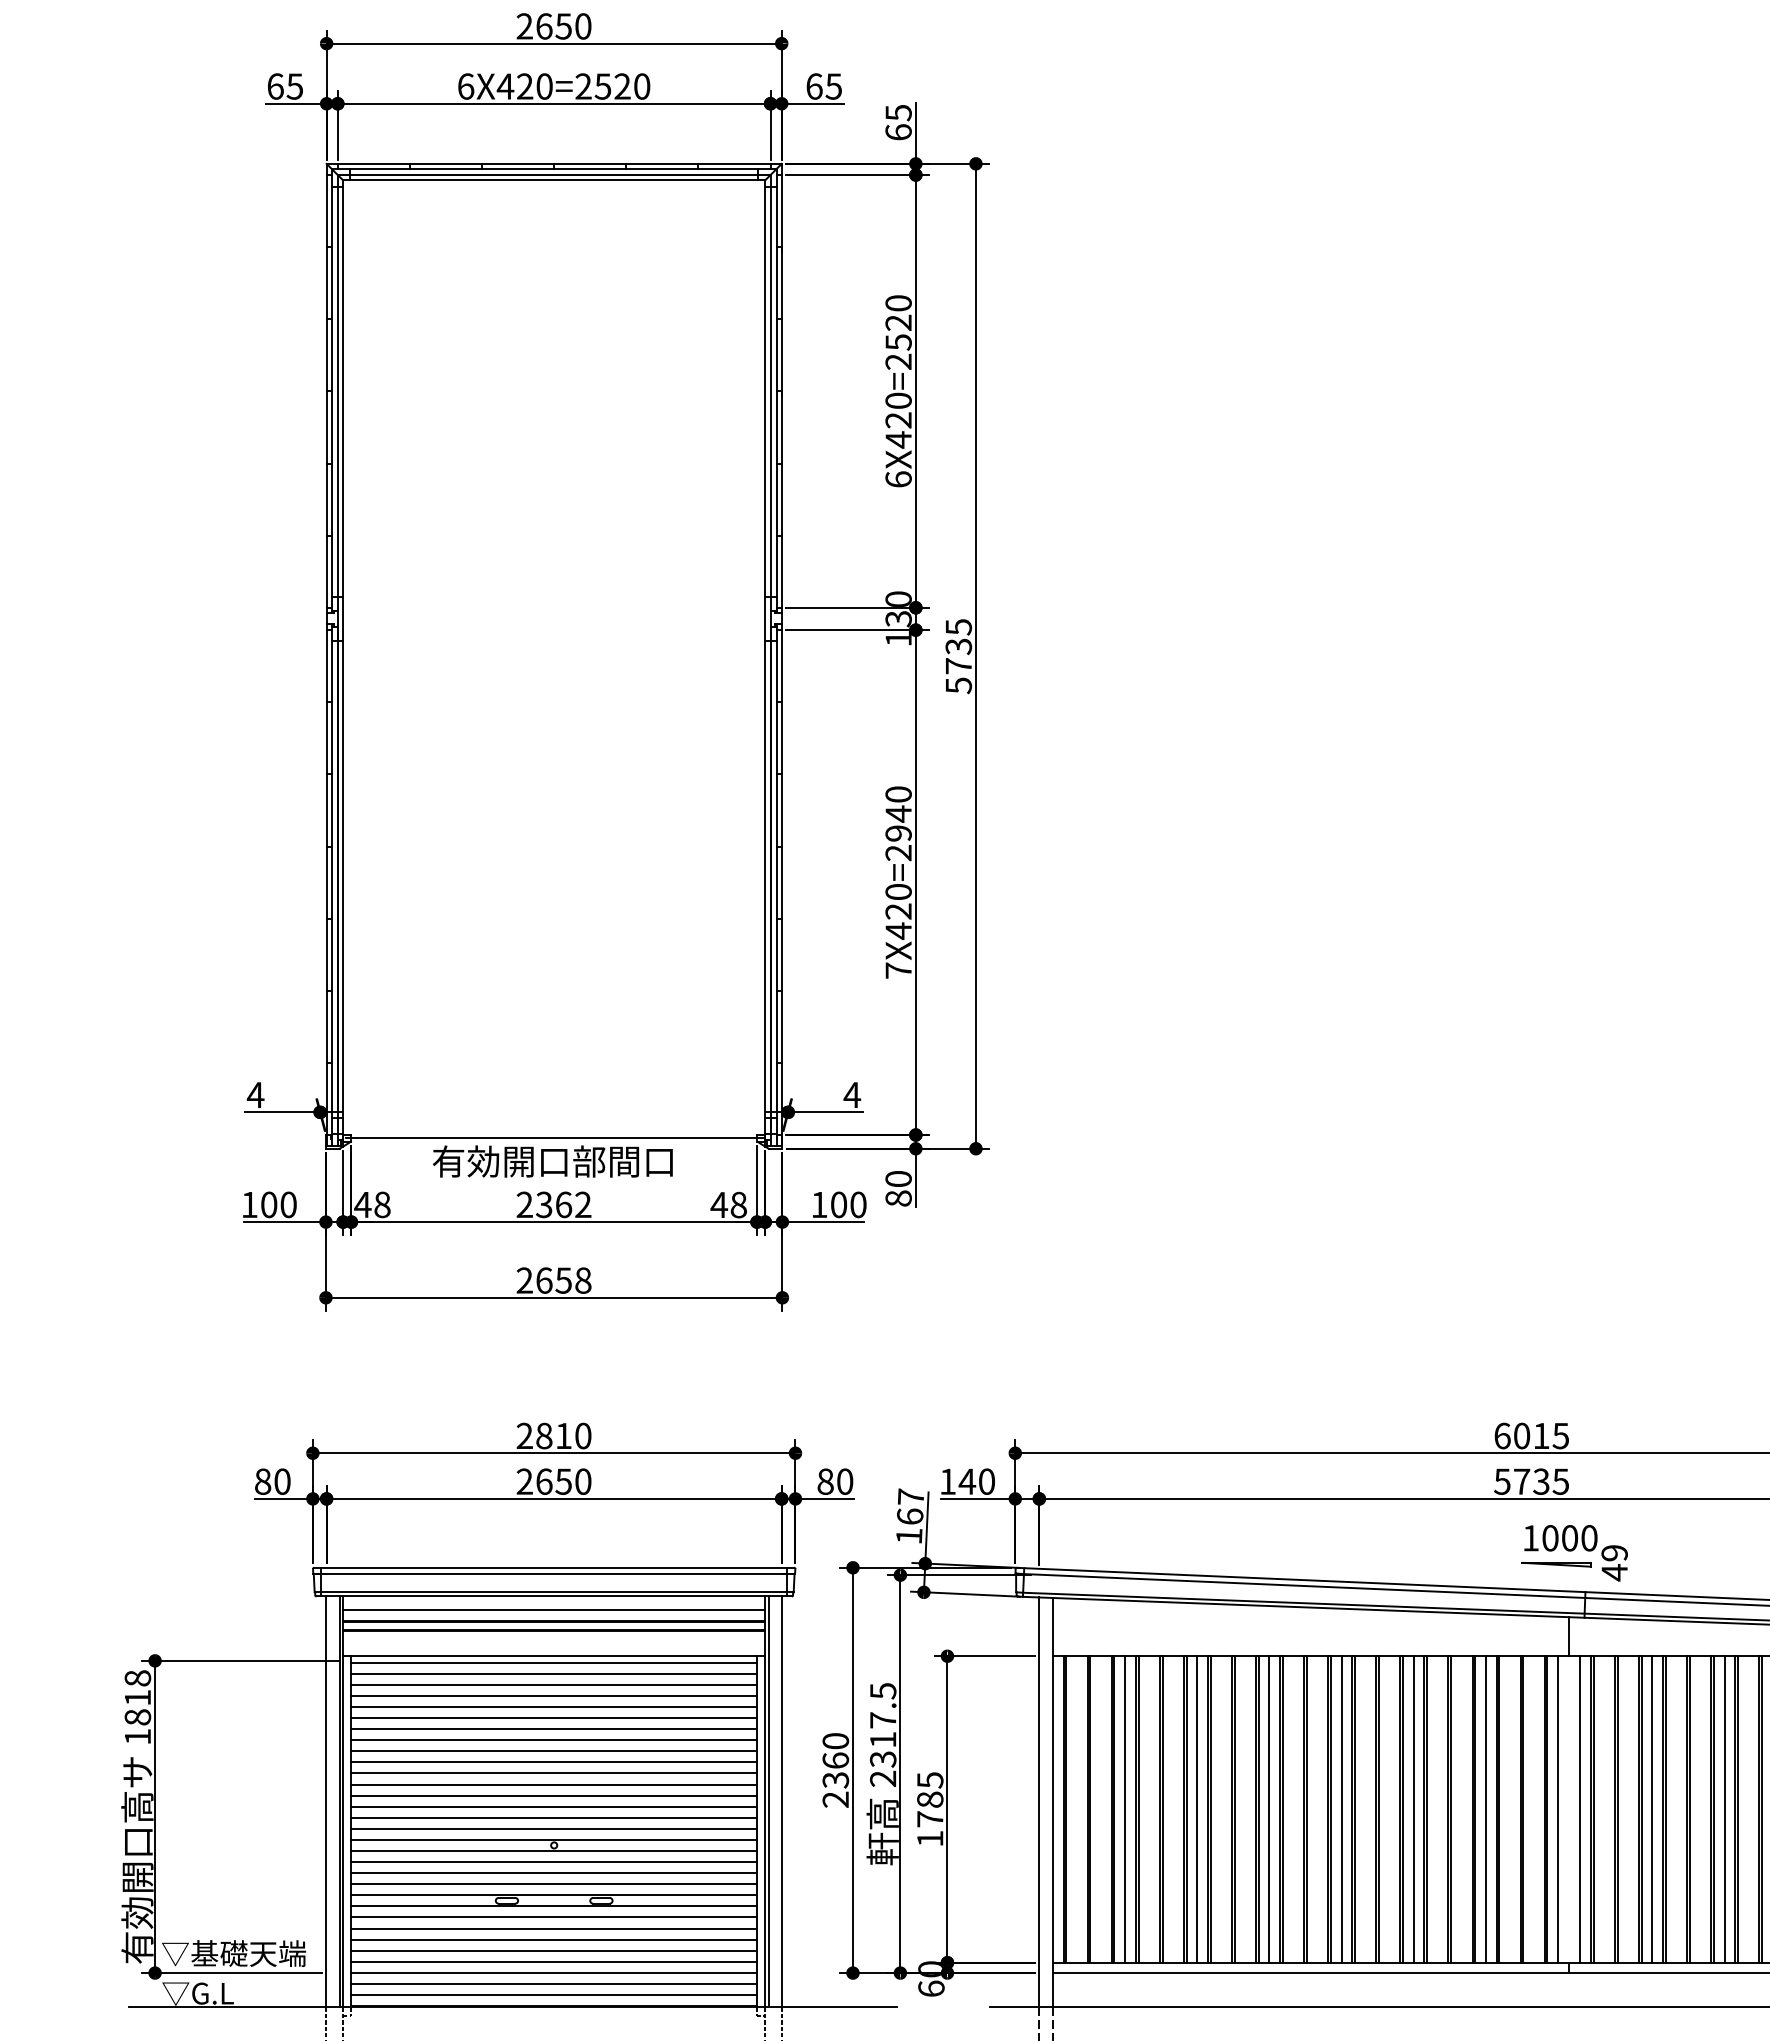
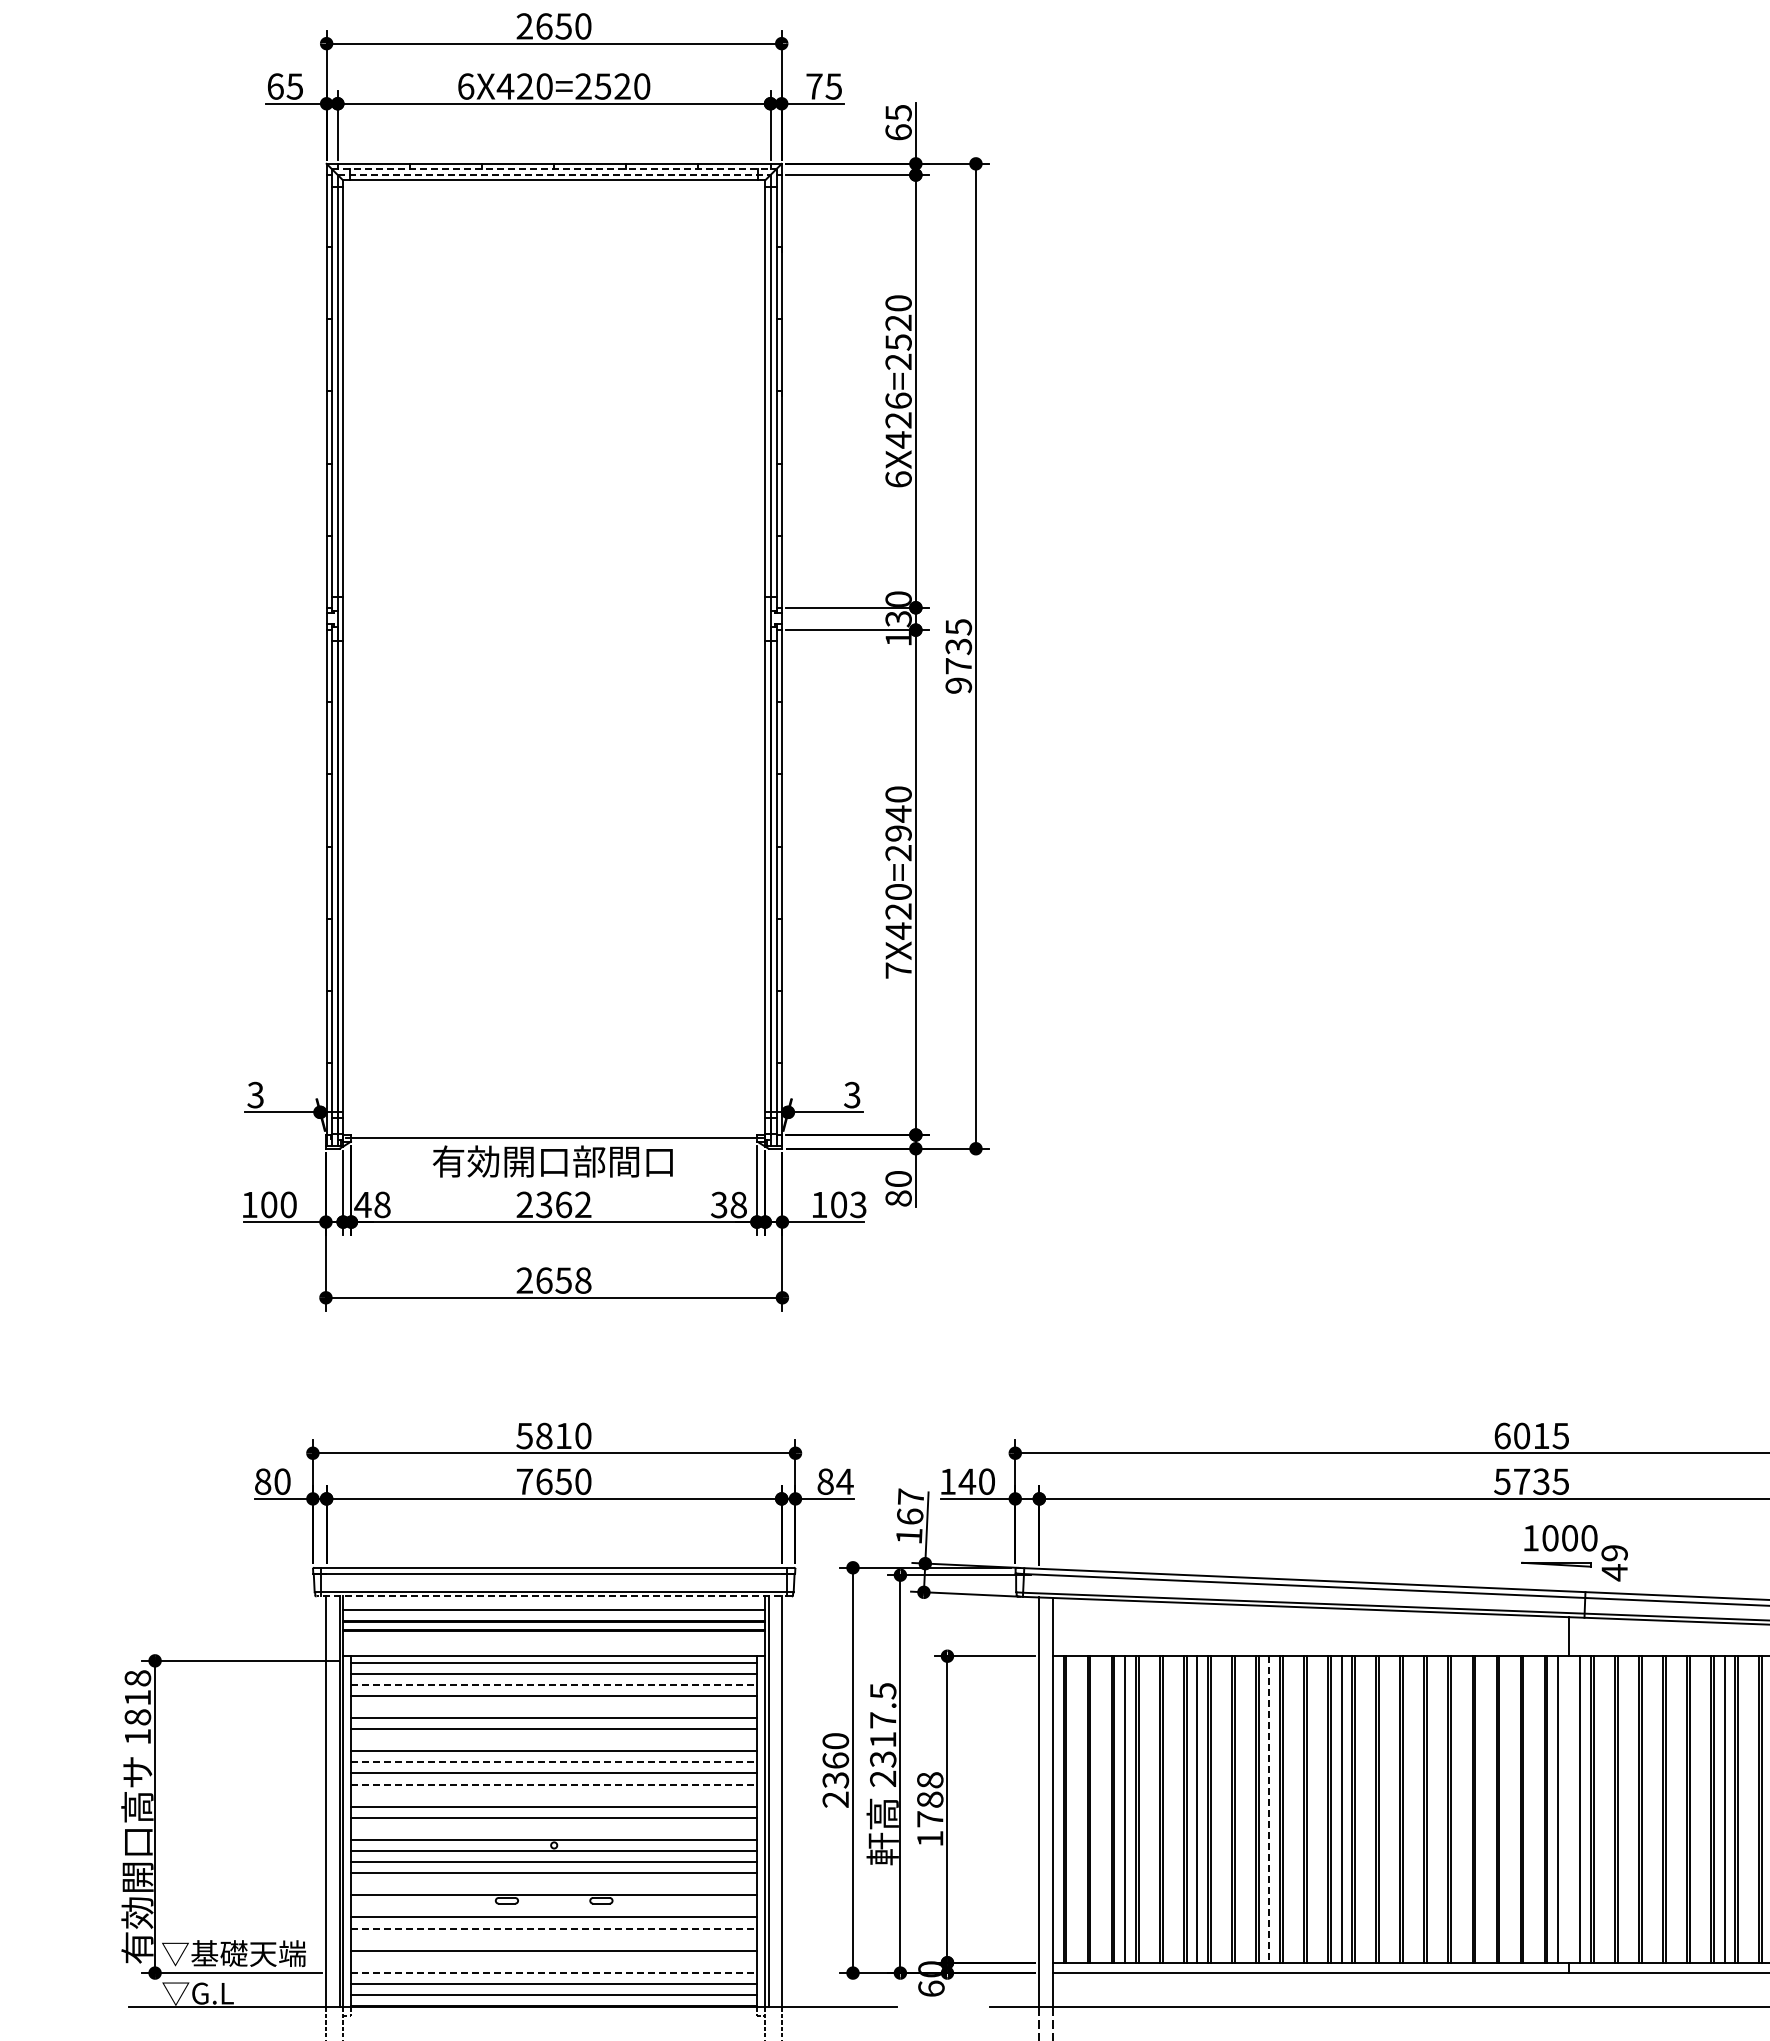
text at (814, 86): 65 -> 75
line at (554, 168): solid -> dashed
line at (554, 175): solid -> dashed
text at (898, 400): 6X420=2520 -> 6X426=2520
text at (958, 685): 5735 -> 9735
text at (255, 1094): 4 -> 3
text at (852, 1094): 4 -> 3
text at (719, 1204): 48 -> 38
text at (858, 1204): 100 -> 103
text at (524, 1435): 2810 -> 5810
text at (524, 1481): 2650 -> 7650
text at (844, 1481): 80 -> 84
line at (554, 1596): solid -> dashed
line at (554, 1684): solid -> dashed
line at (554, 1706): present -> none
line at (554, 1740): present -> none
line at (554, 1762): solid -> dashed
text at (930, 1780): 1785 -> 1788
line at (554, 1784): solid -> dashed
line at (554, 1795): present -> none
line at (1413, 1809): present -> none
line at (1485, 1809): present -> none
line at (1652, 1809): present -> none
line at (1269, 1810): solid -> dashed
line at (554, 1828): present -> none
line at (554, 1884): present -> none
line at (554, 1906): present -> none
line at (554, 1928): solid -> dashed
line at (554, 1939): present -> none
line at (554, 1961): present -> none
line at (554, 1972): solid -> dashed
